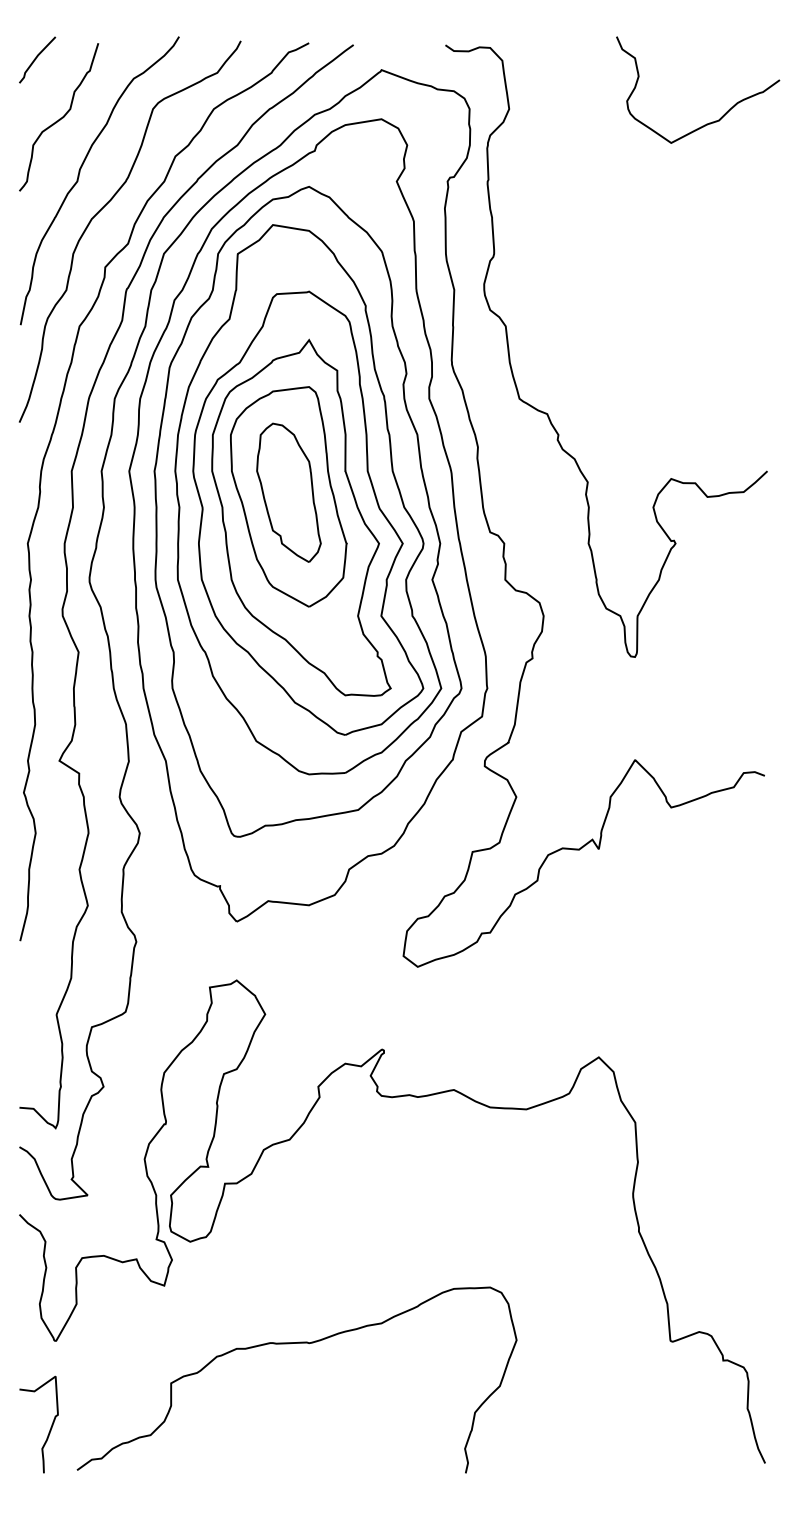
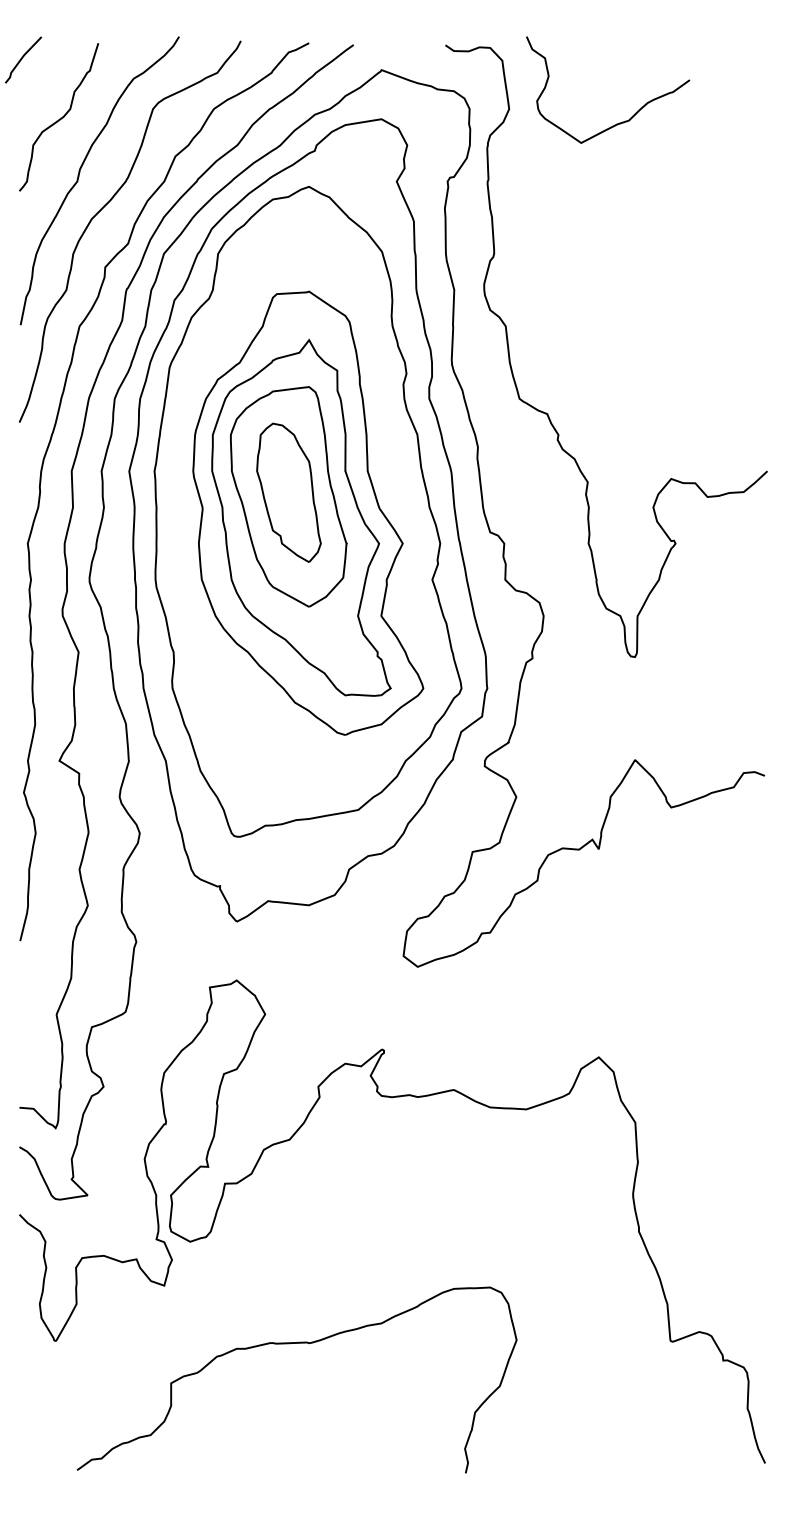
line at (36, 59) position: (36, 59) -> (22, 59)
curve at (709, 122) position: (709, 122) -> (619, 122)
part at (308, 499): present -> none
curve at (49, 1429): present -> none
